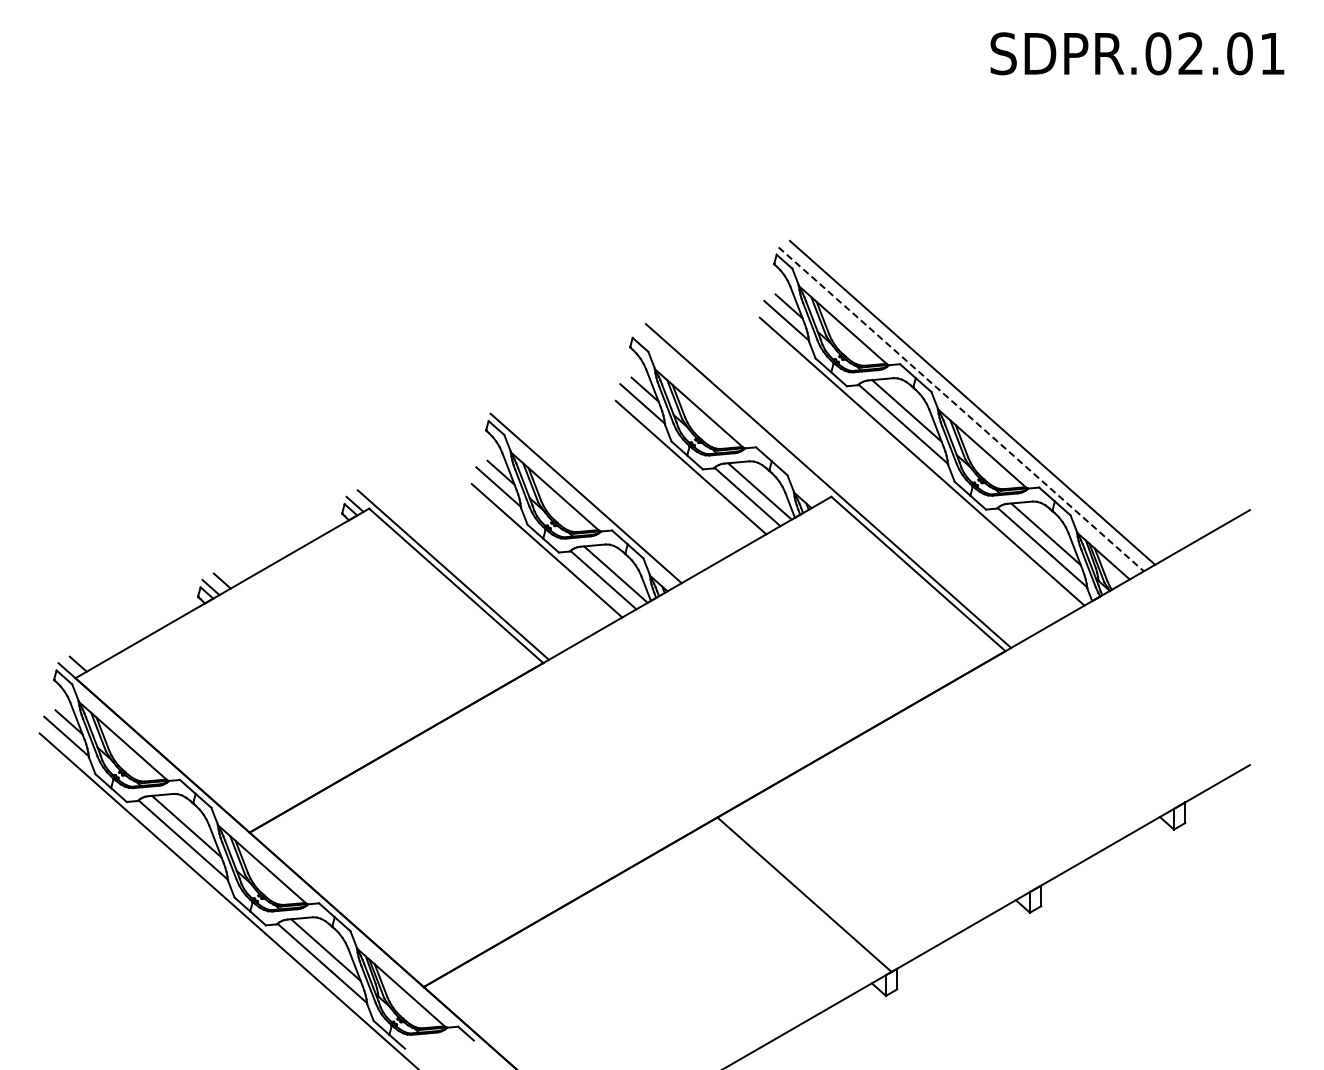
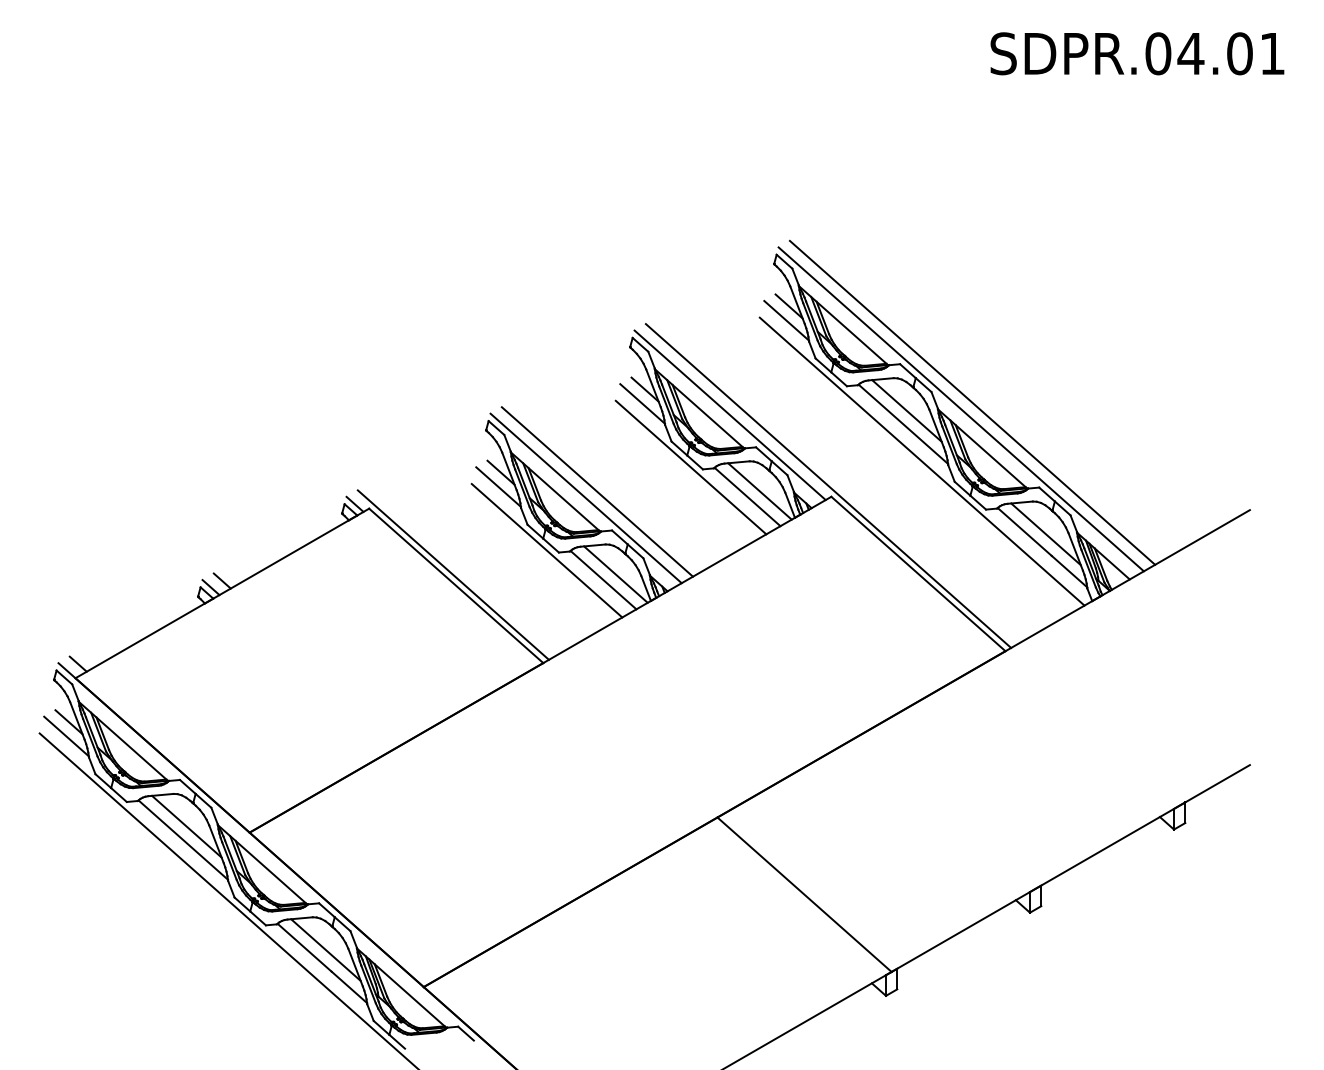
text at (1190, 53): SDPR.02.01 -> SDPR.04.01
line at (961, 409): dashed -> solid
line at (729, 415): none -> present
line at (597, 491): none -> present
